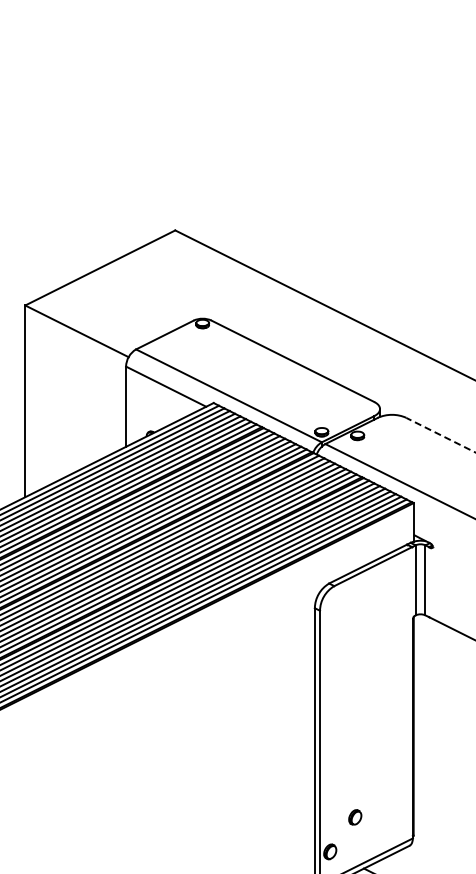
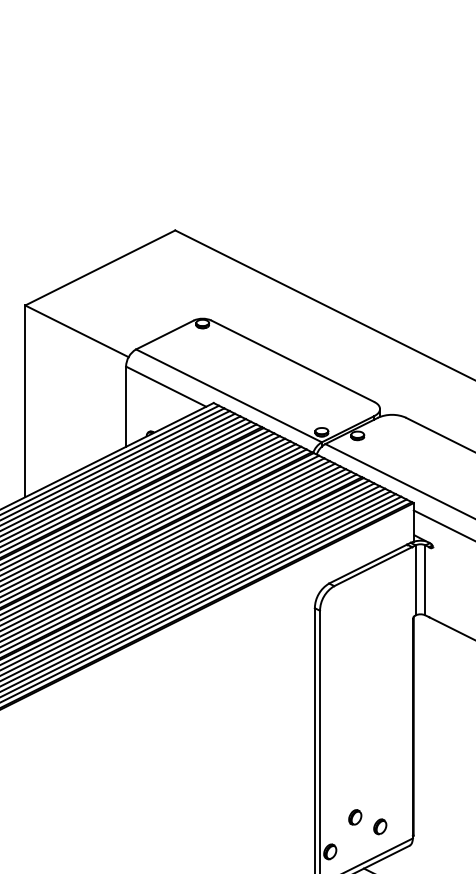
line at (441, 435): dashed -> solid
line at (442, 524): none -> present
part at (380, 826): none -> present
